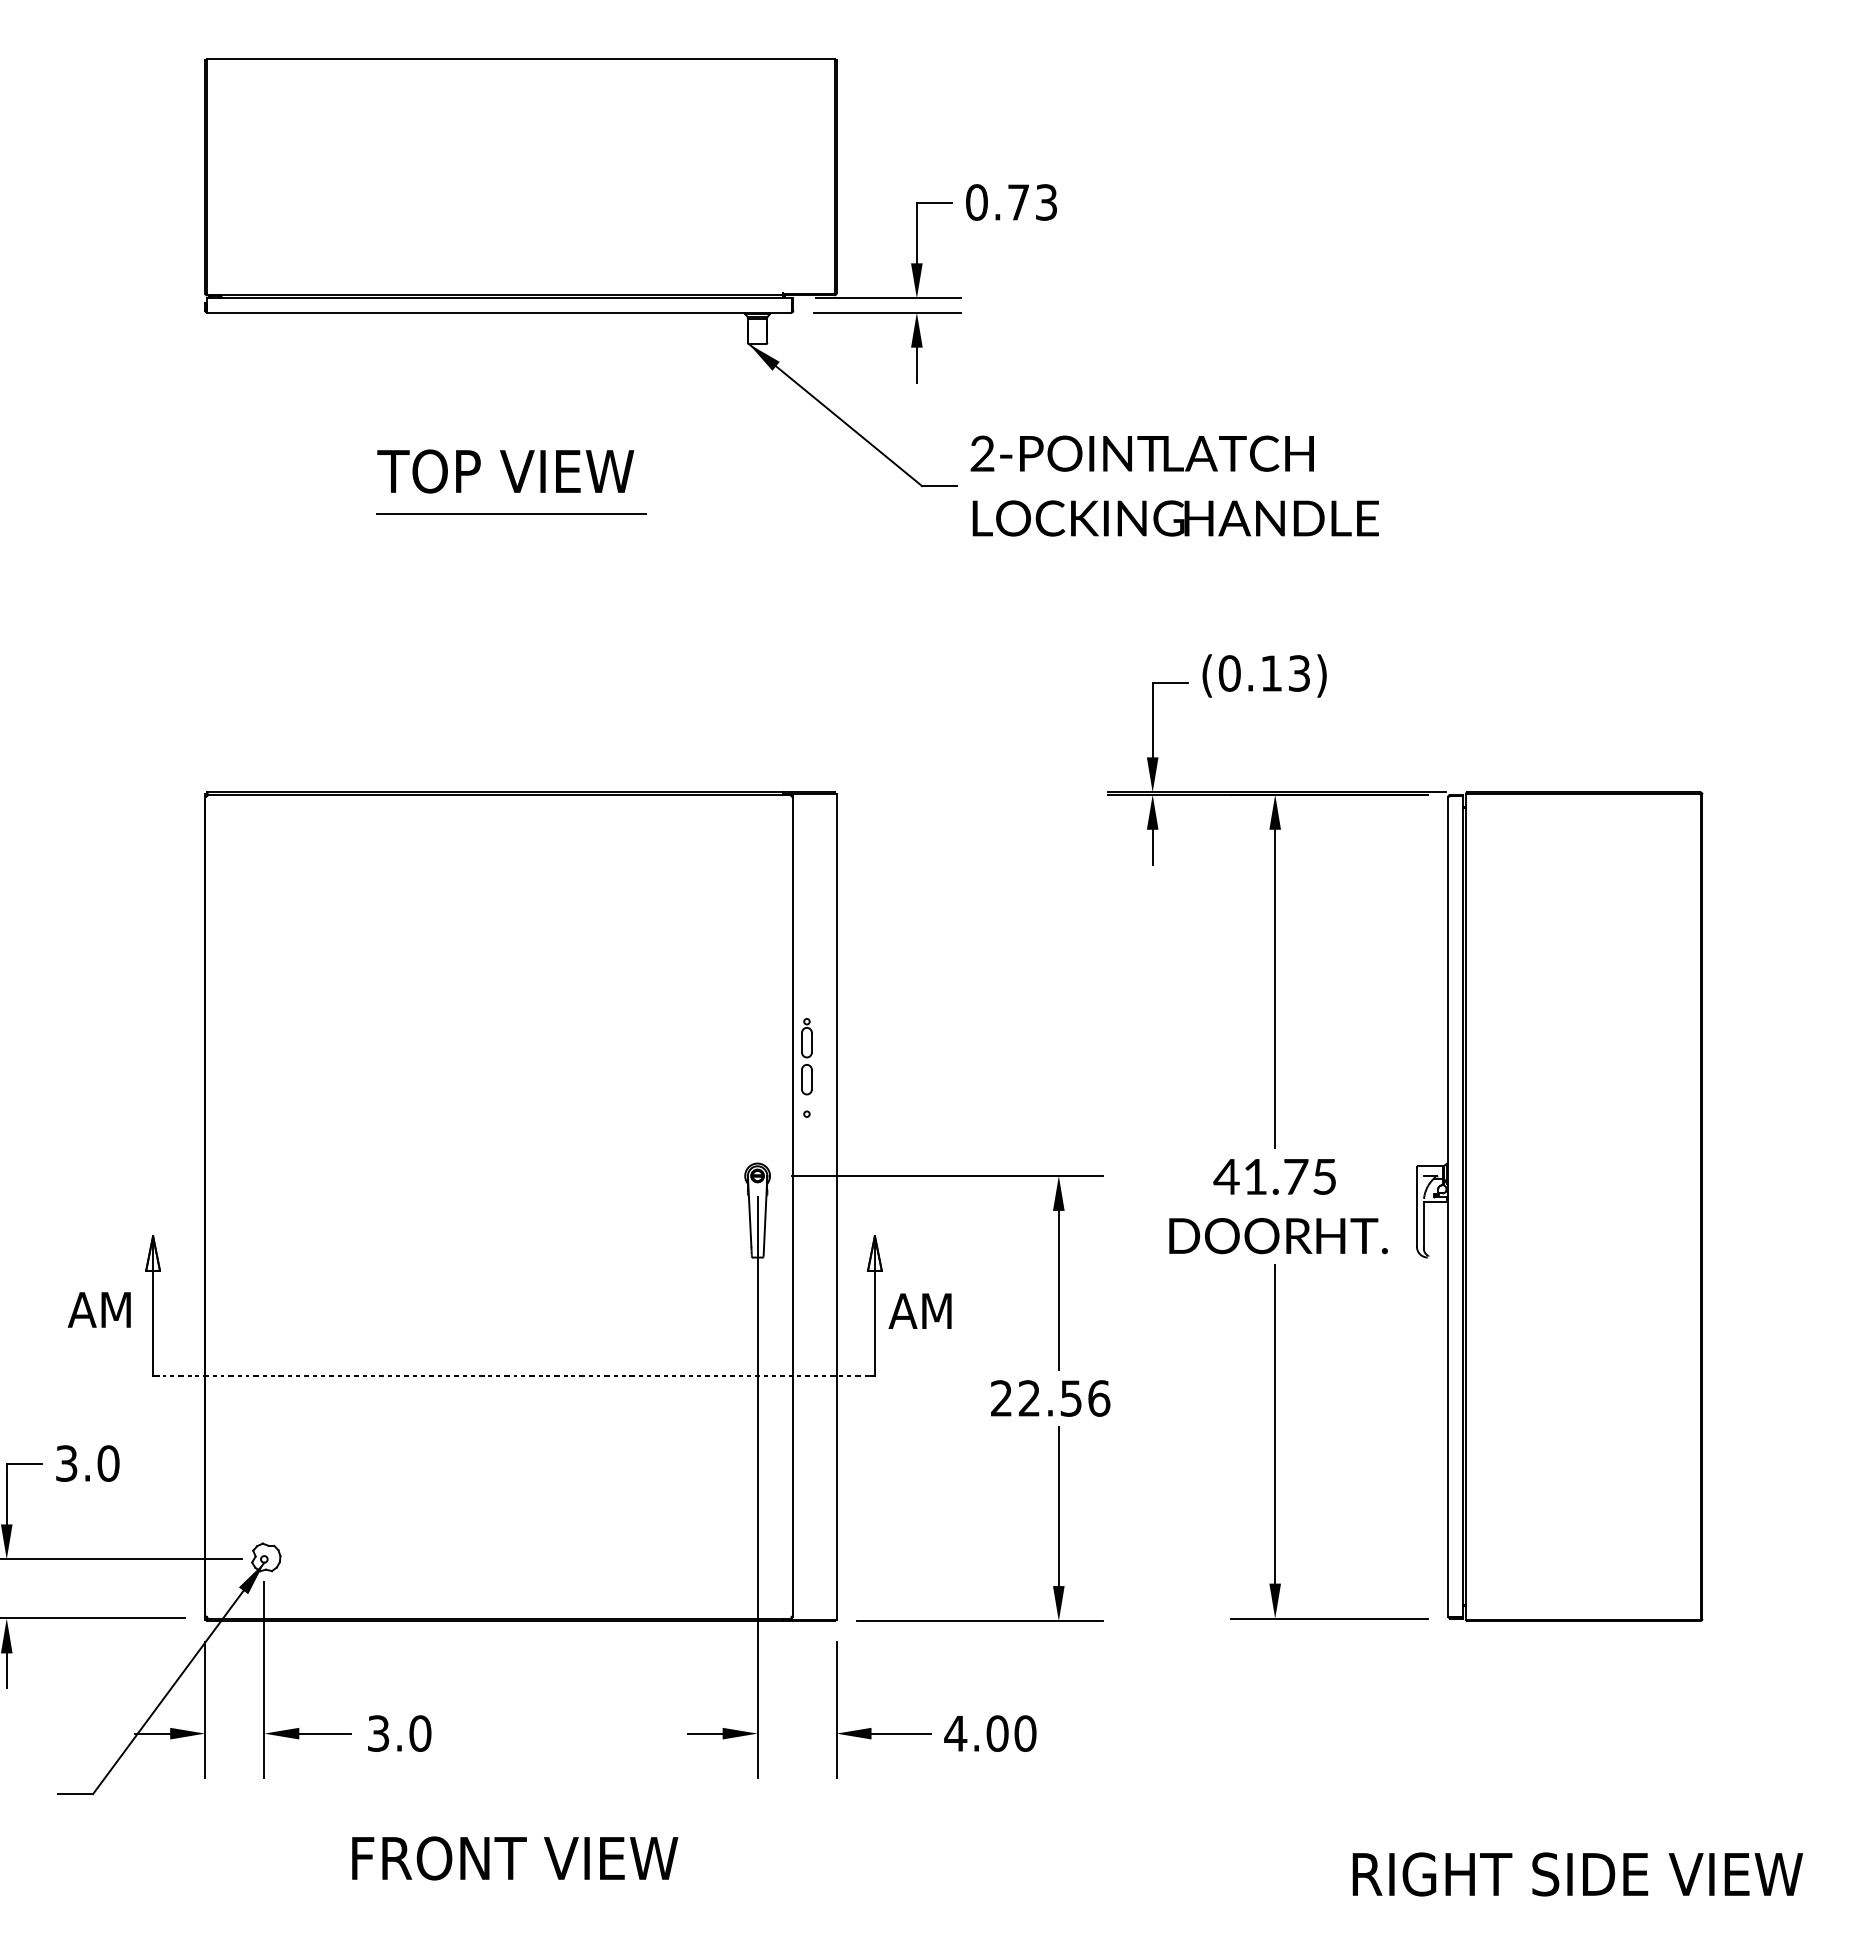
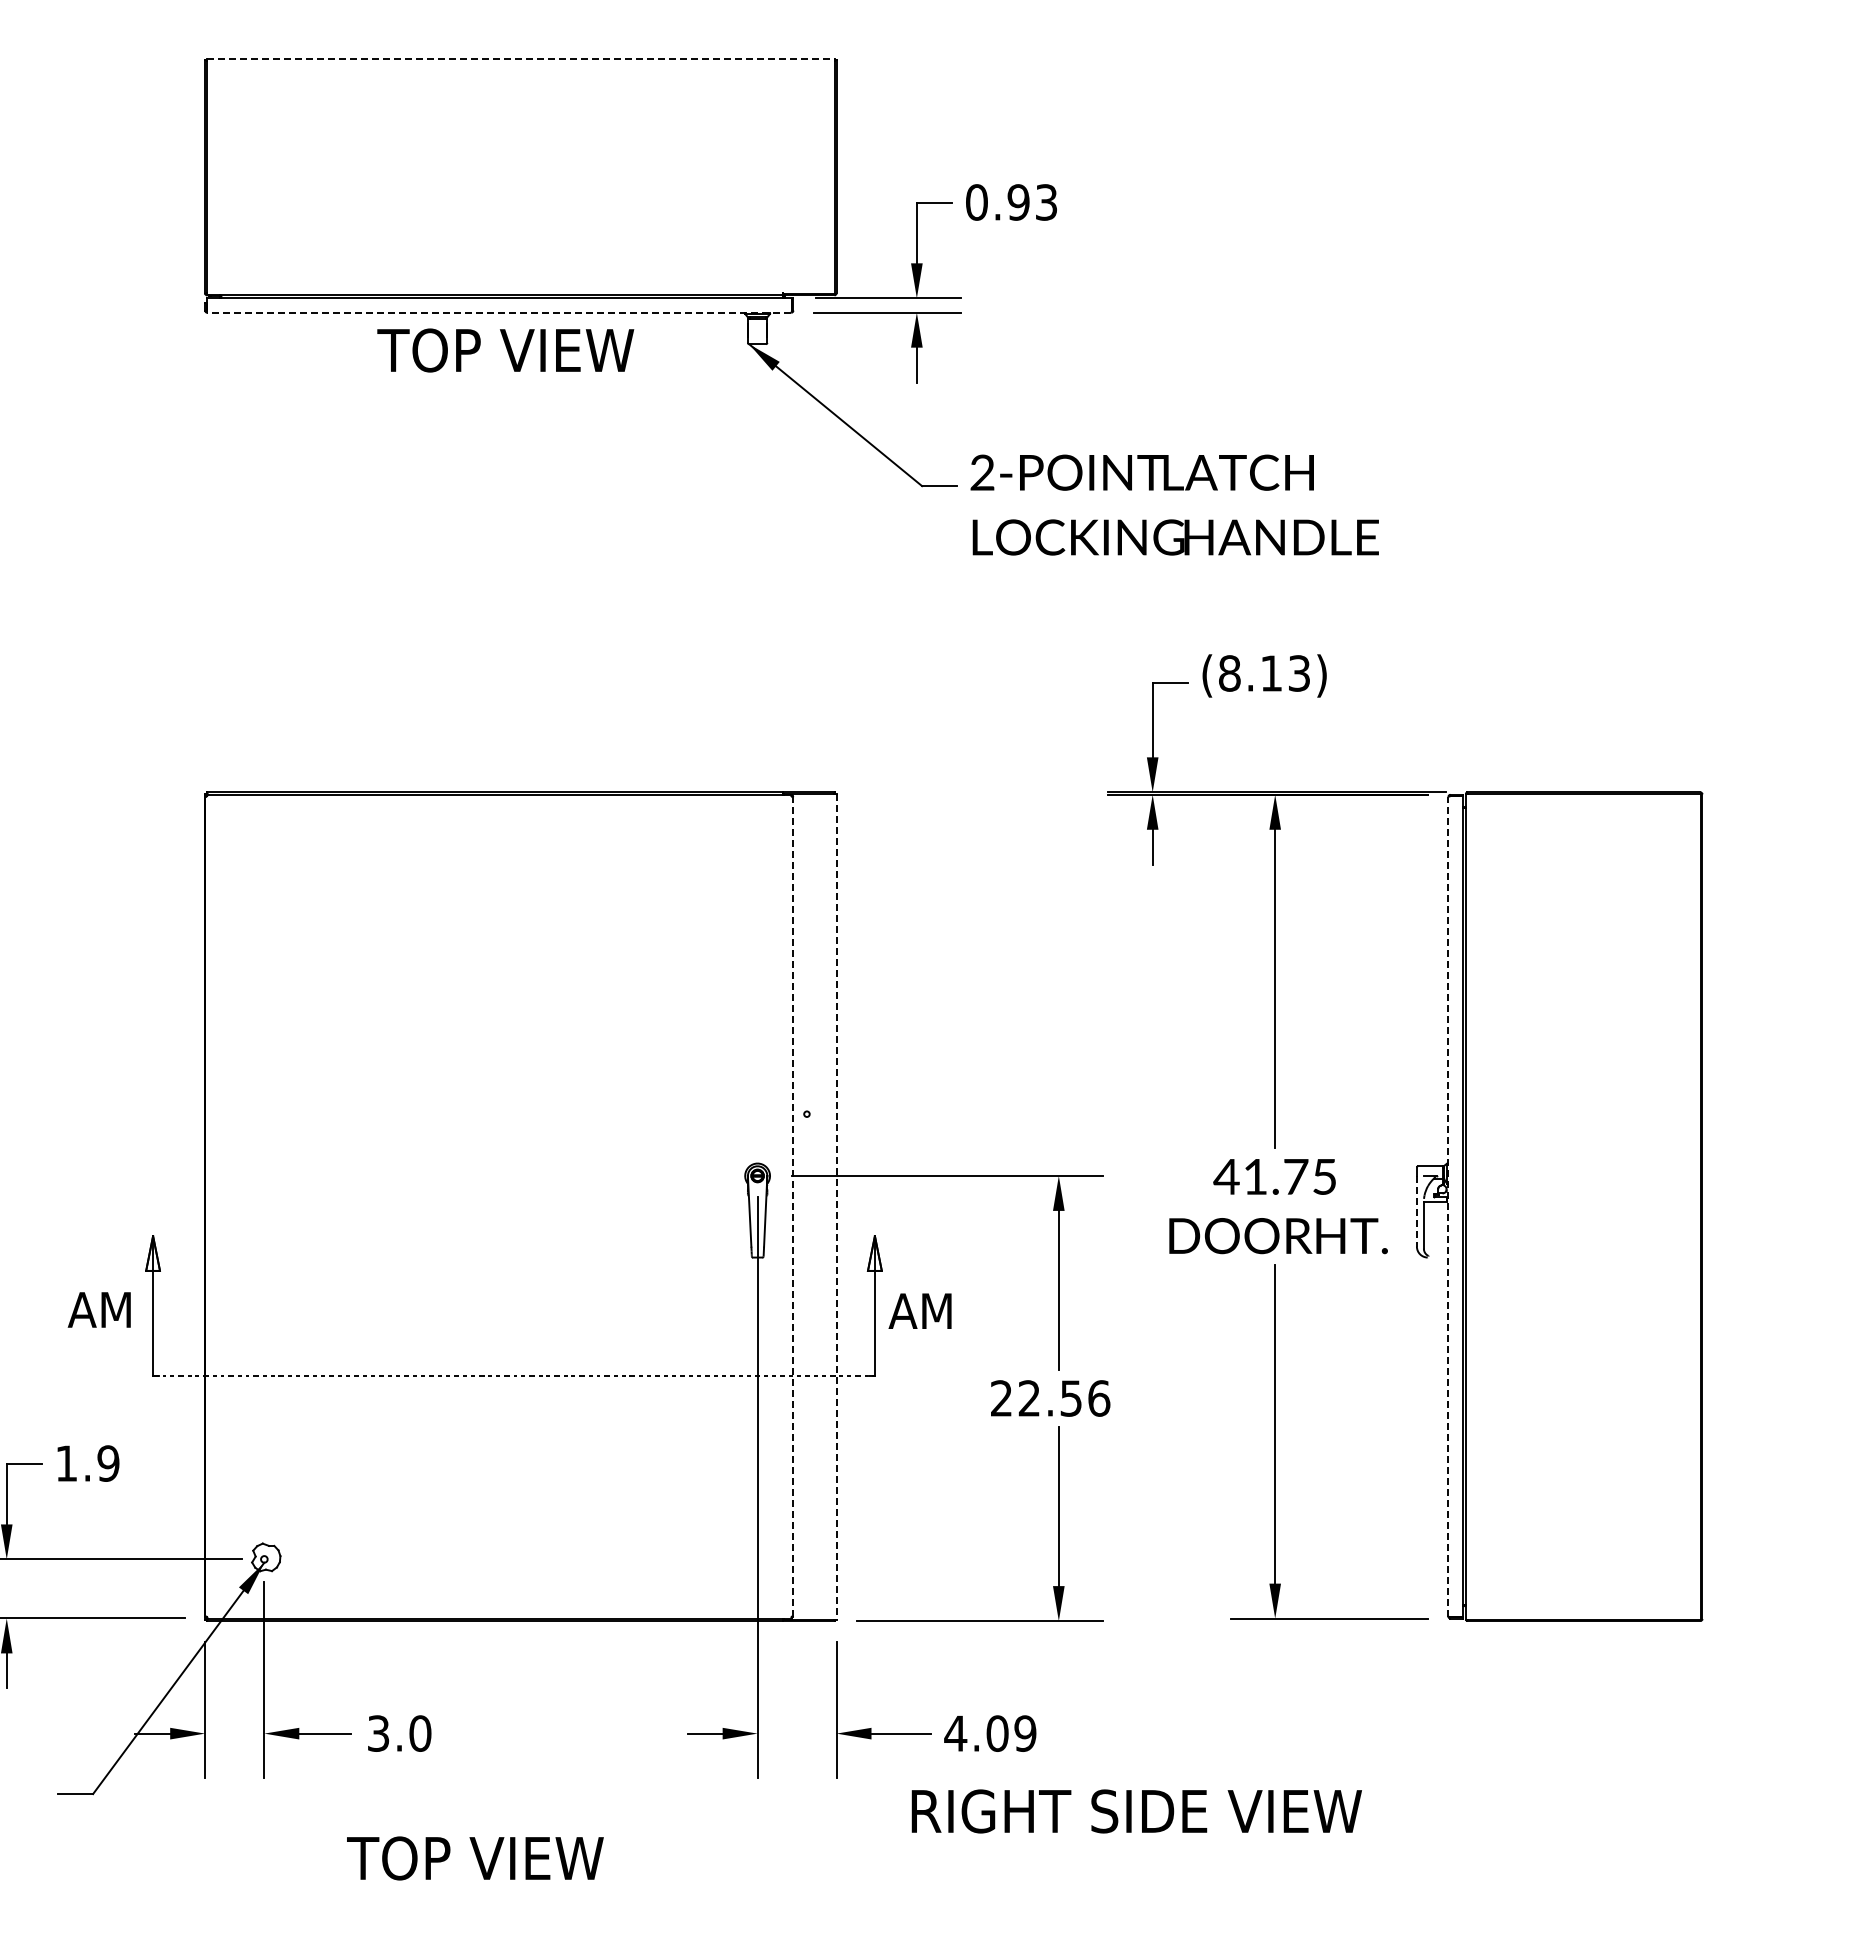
line at (521, 58): solid -> dashed
text at (1018, 202): 0.73 -> 0.93
line at (498, 312): solid -> dashed
text at (505, 471) position: (505, 471) -> (505, 350)
text at (1174, 485) position: (1174, 485) -> (1174, 504)
line at (511, 513): present -> none
text at (1229, 673): (0.13) -> (8.13)
part at (806, 1056): present -> none
line at (836, 1206): solid -> dashed
line at (1448, 1206): solid -> dashed
line at (793, 1207): solid -> dashed
line at (1416, 1212): solid -> dashed
text at (87, 1463): 3.0 -> 1.9
text at (1025, 1733): 4.00 -> 4.09
text at (512, 1858): FRONT VIEW -> TOP VIEW
text at (1577, 1874) position: (1577, 1874) -> (1136, 1811)
